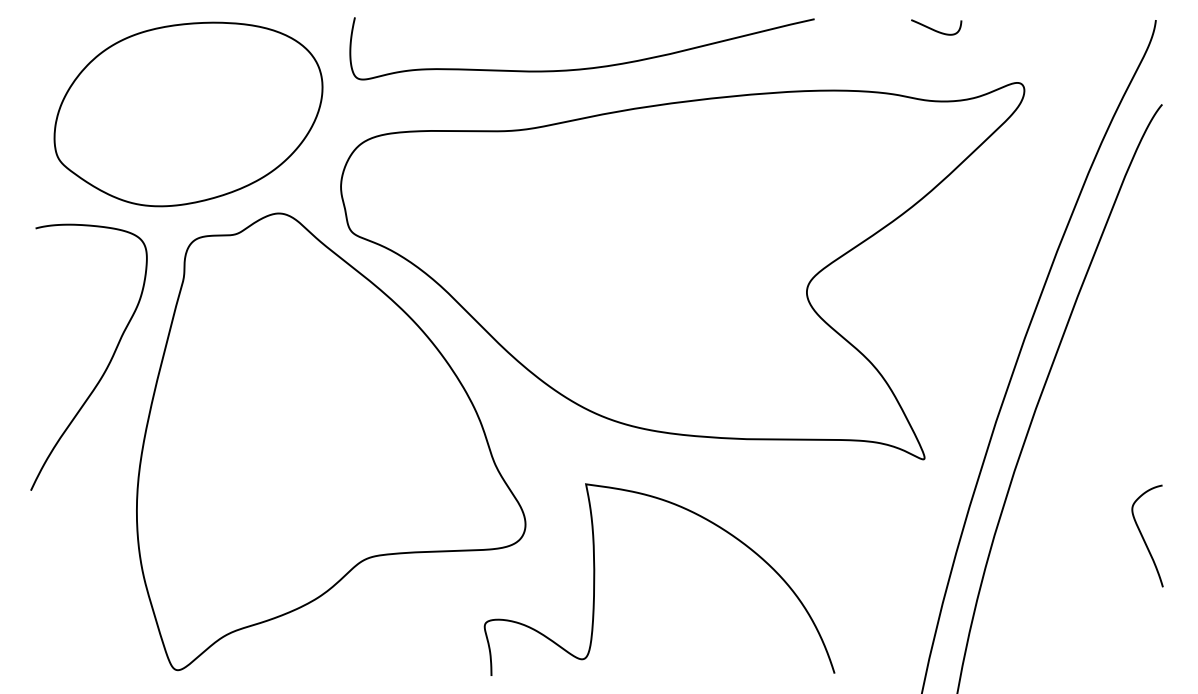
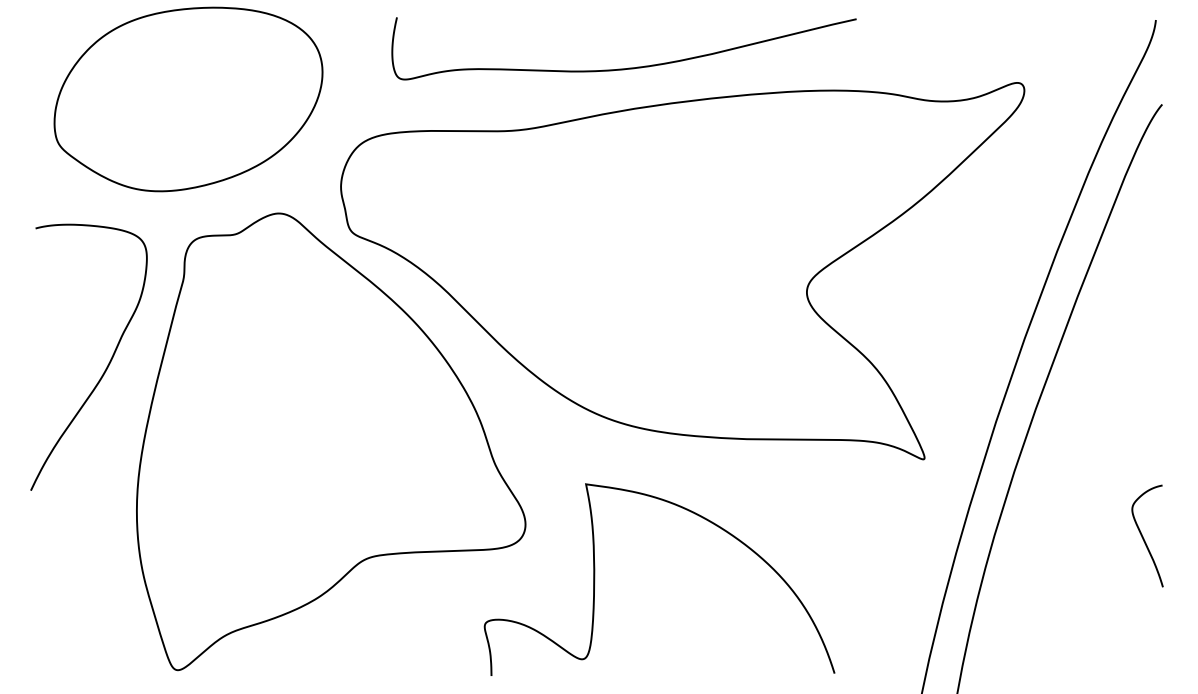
curve at (935, 29): present -> none
curve at (586, 67) position: (586, 67) -> (628, 67)
part at (188, 114) position: (188, 114) -> (188, 99)
